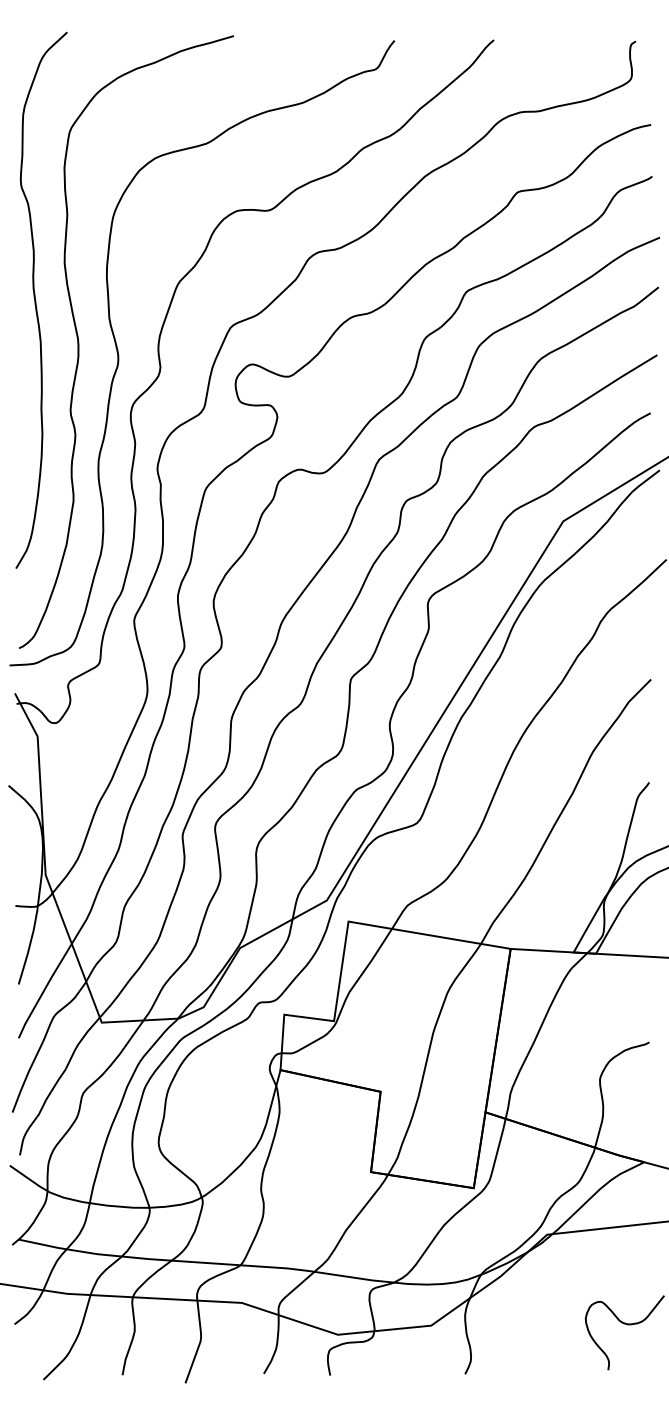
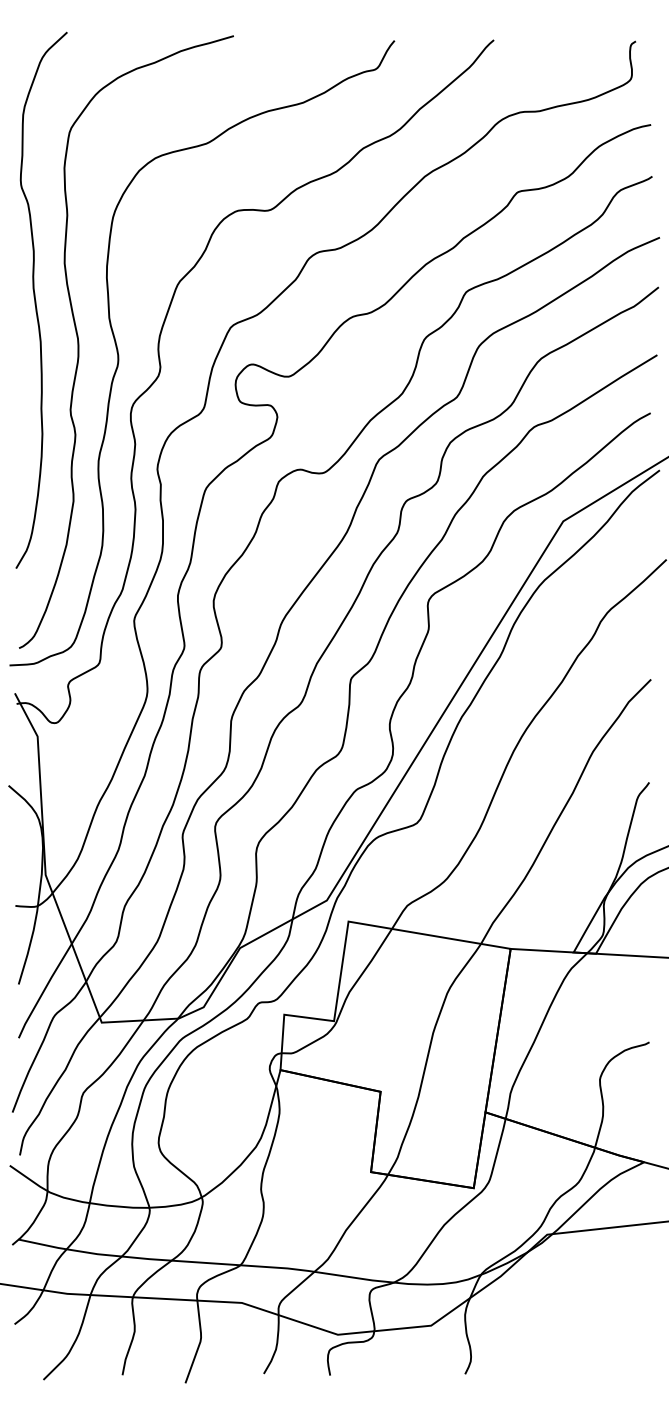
curve at (627, 1325): present -> none
